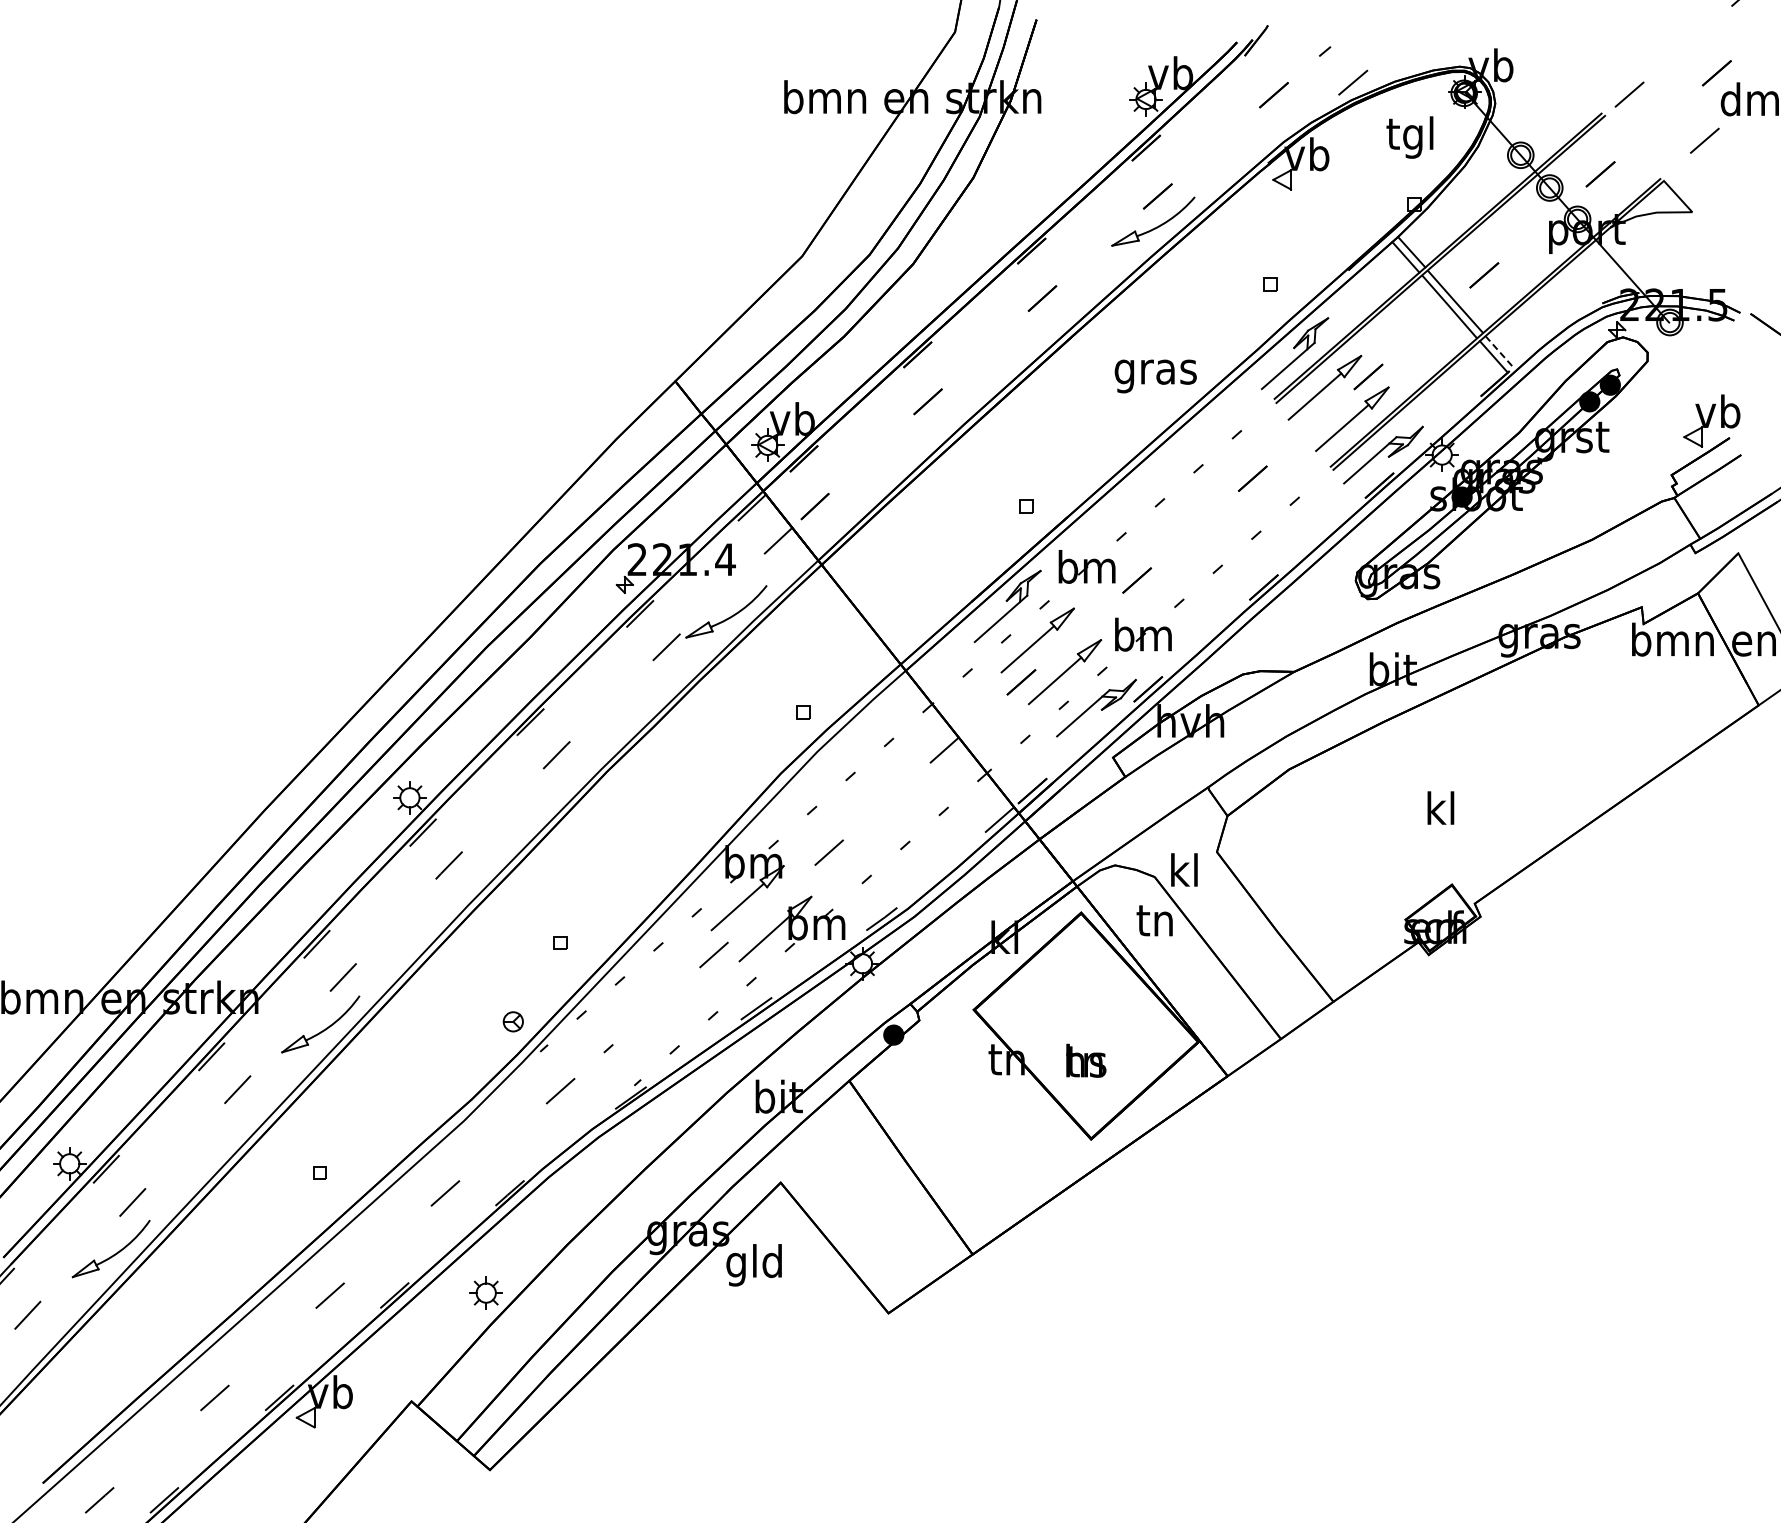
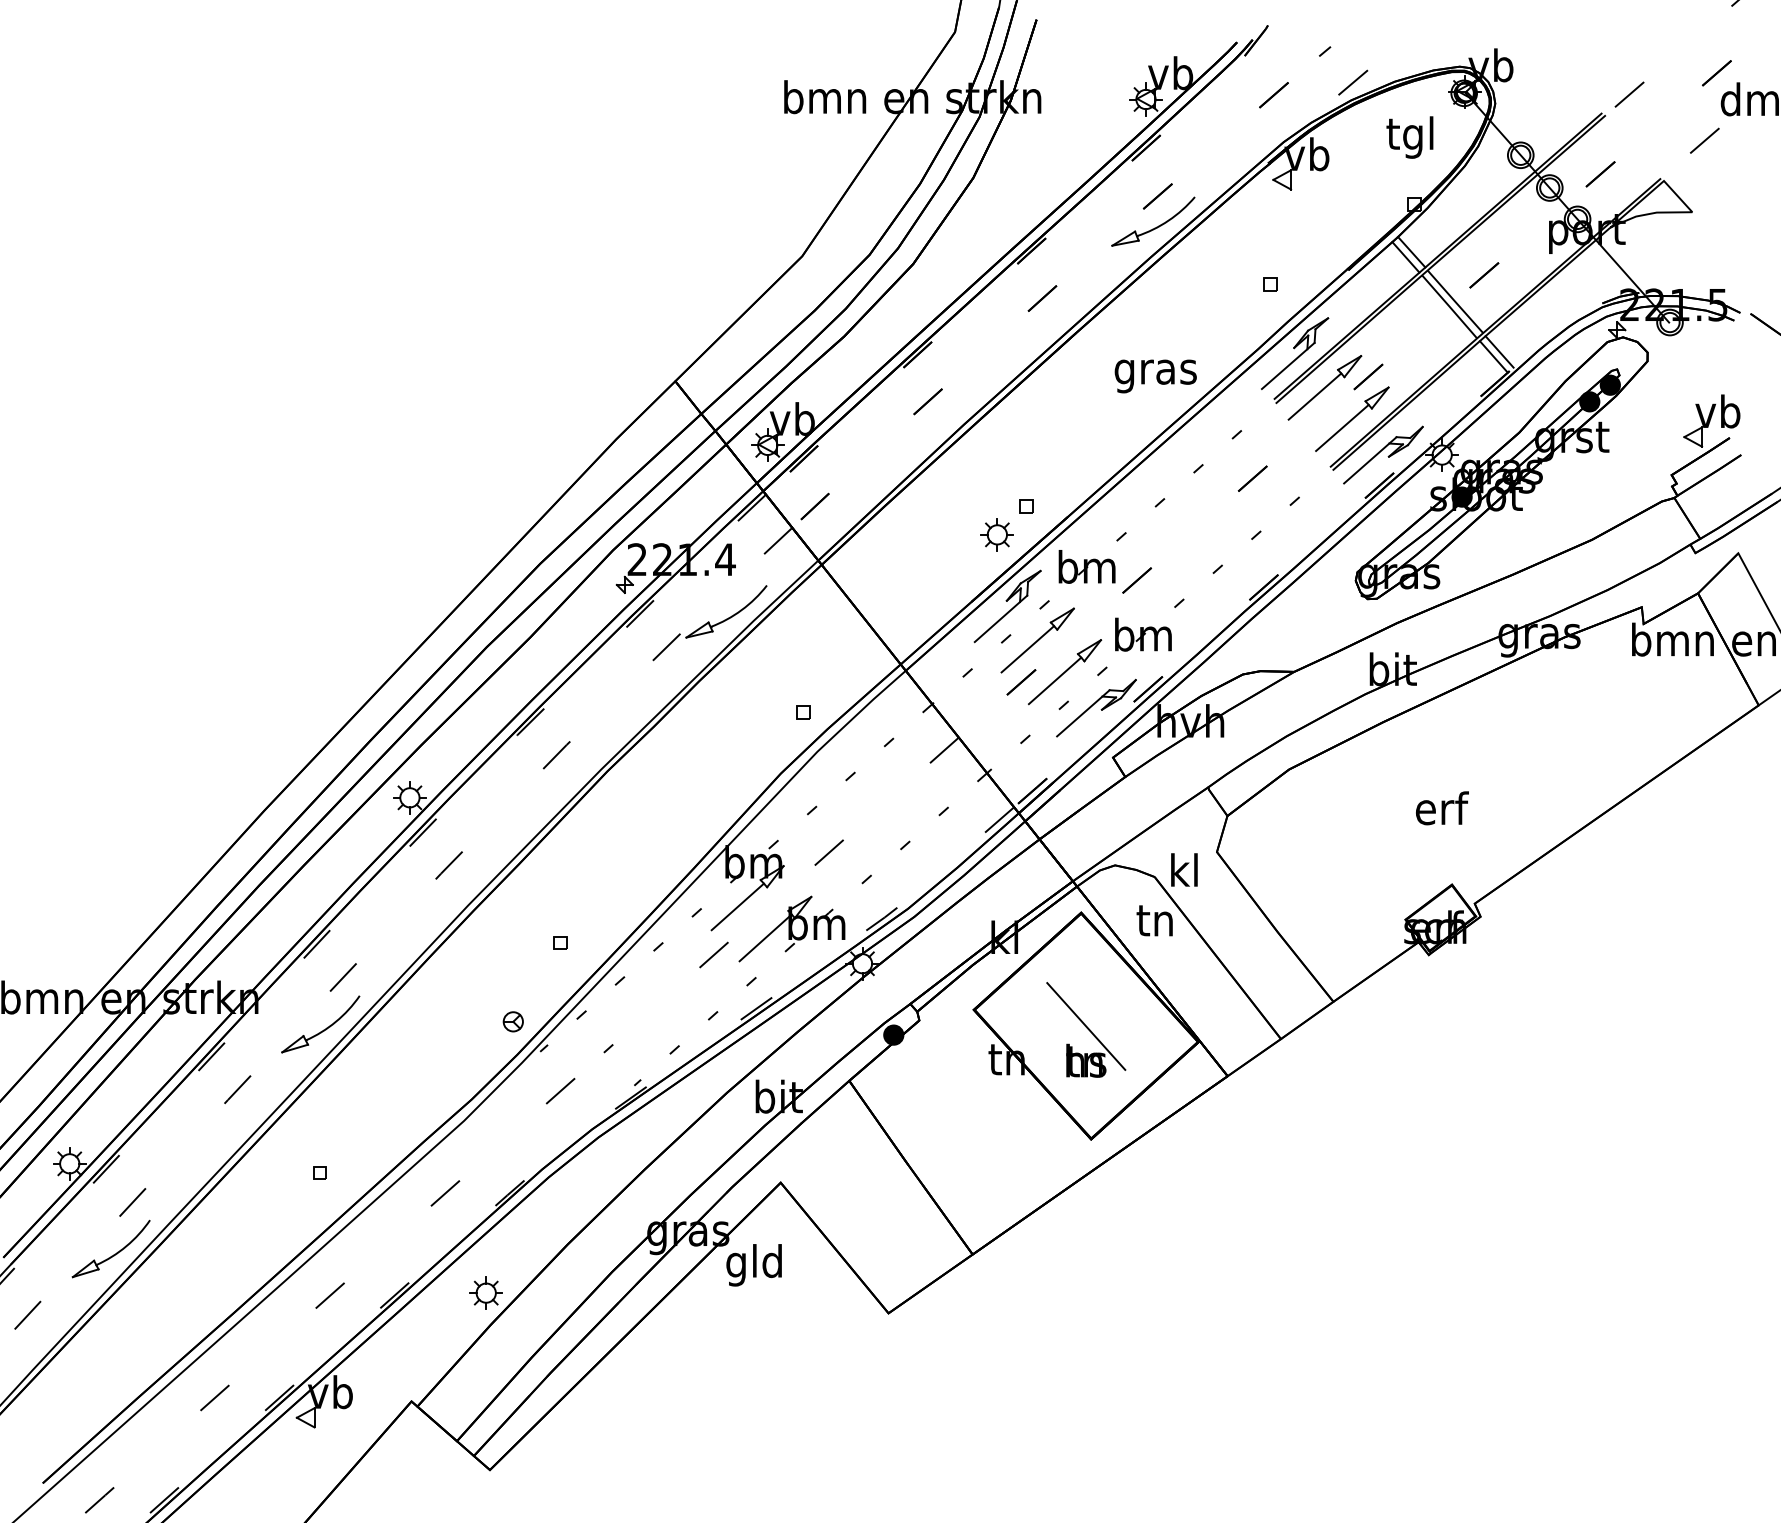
line at (1499, 352): dashed -> solid
part at (996, 534): none -> present
text at (1442, 808): kl -> erf
line at (1086, 1026): none -> present
